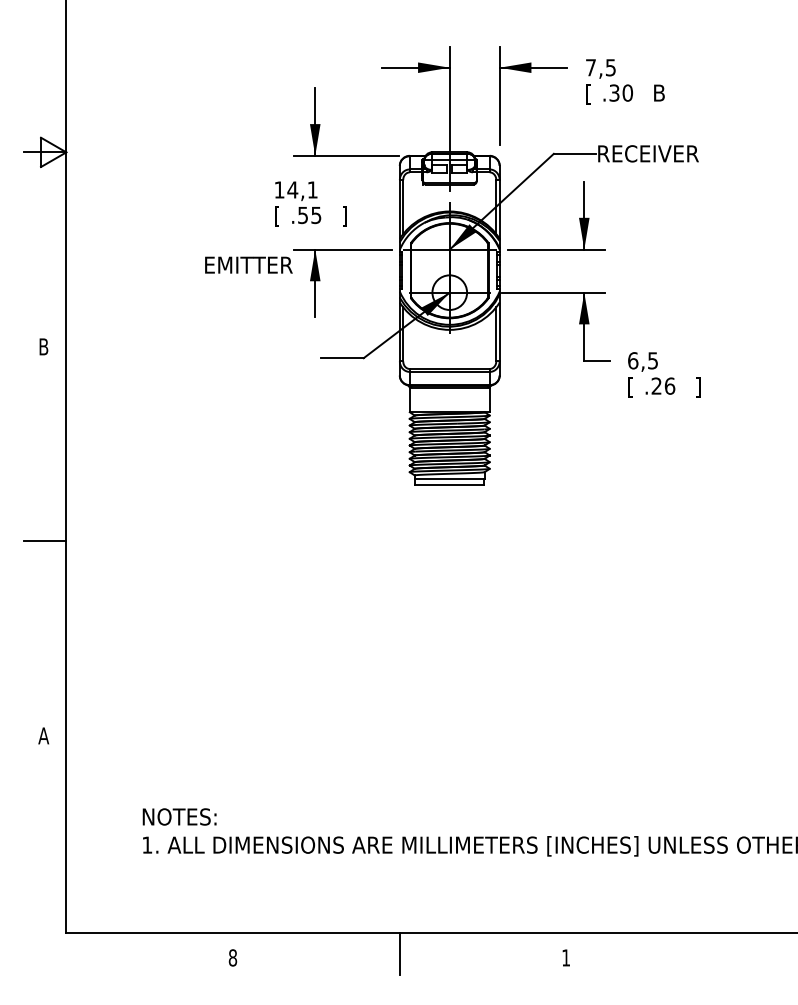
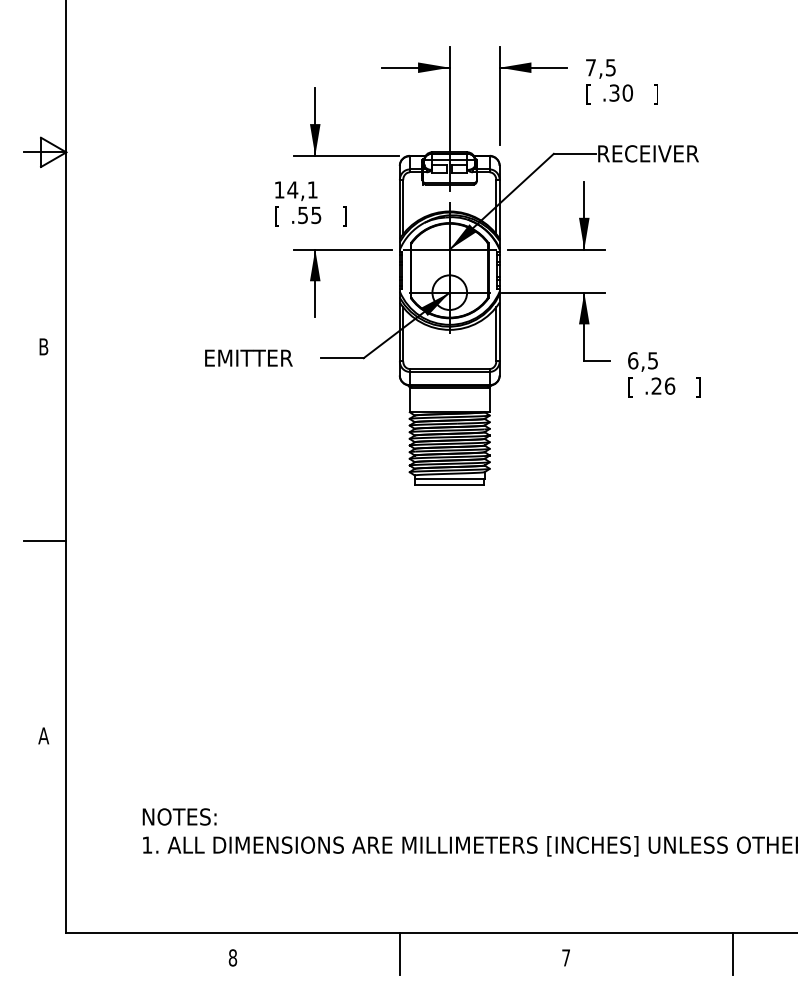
text at (659, 94): B -> ]
text at (248, 264) position: (248, 264) -> (248, 357)
line at (732, 953): none -> present
text at (565, 957): 1 -> 7
